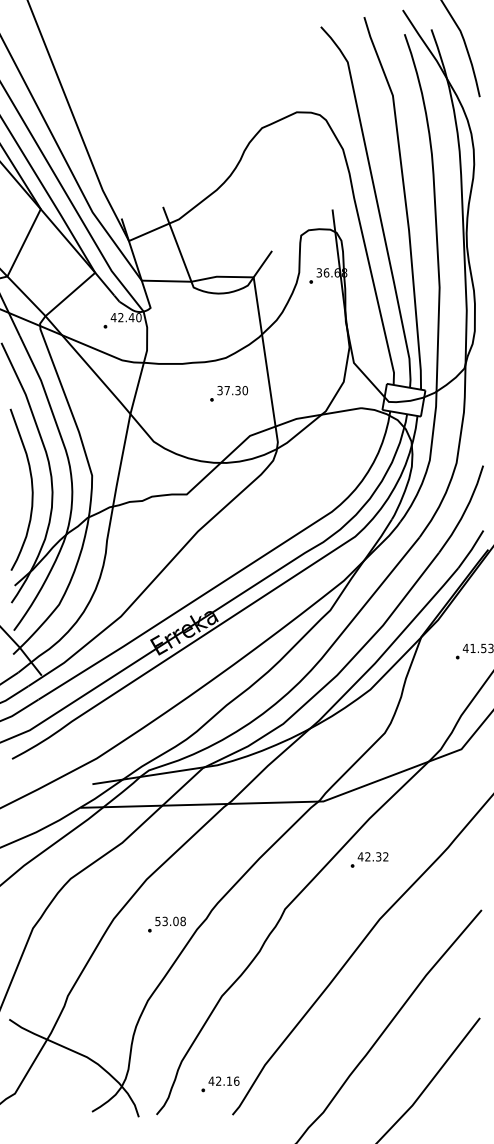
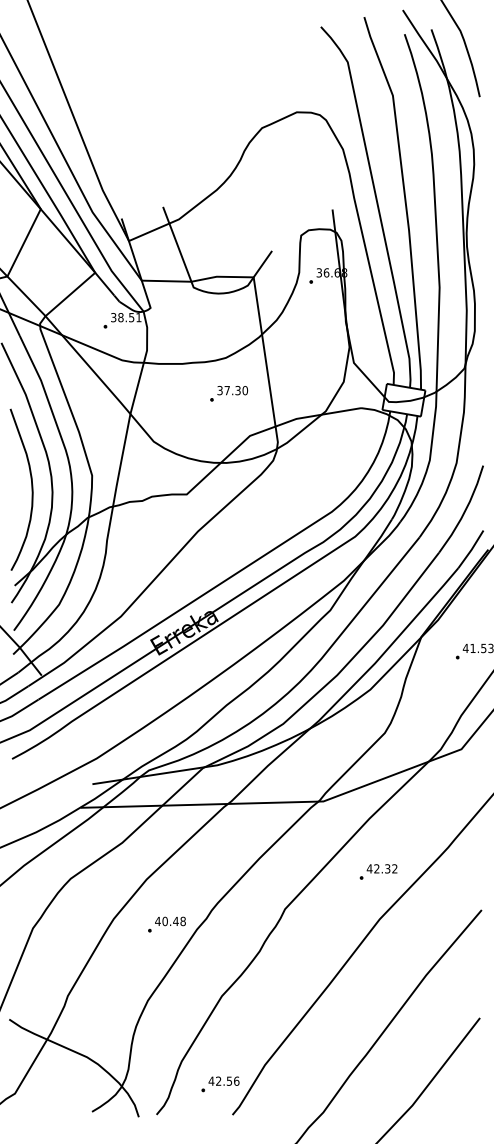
text at (125, 317): 42.40 -> 38.51
part at (369, 859) position: (369, 859) -> (378, 871)
text at (166, 921): 53.08 -> 40.48
text at (229, 1080): 42.16 -> 42.56
